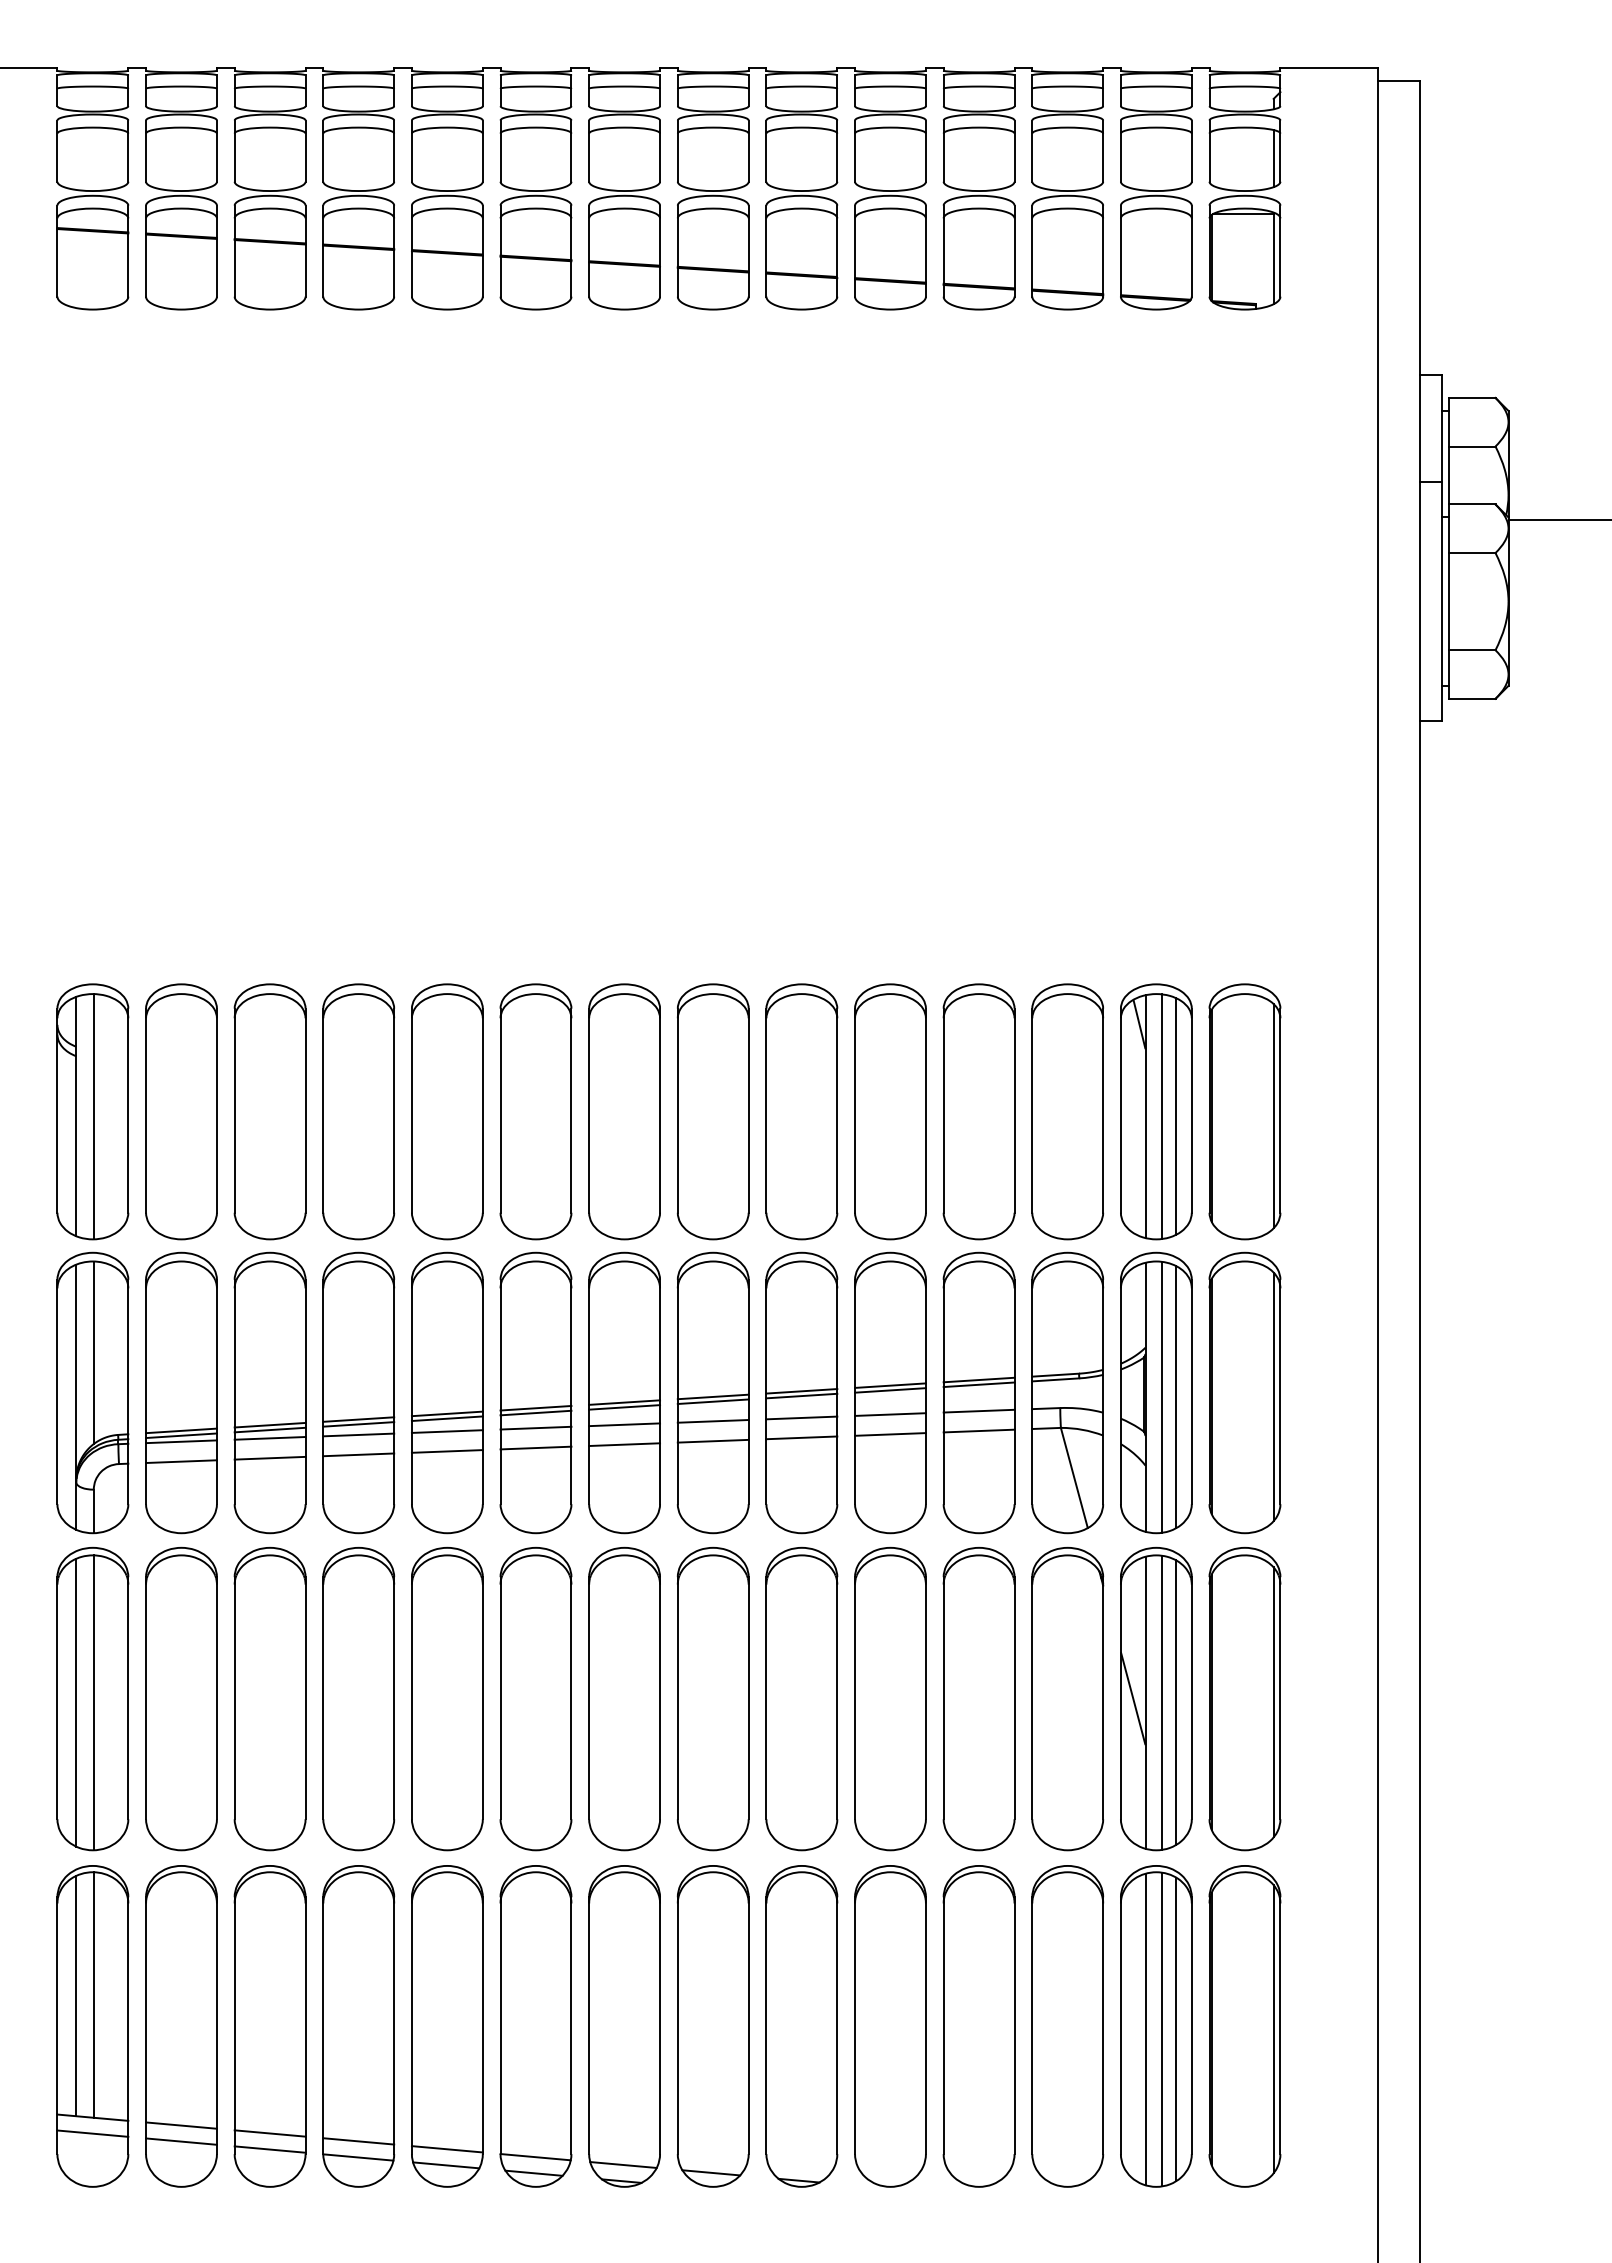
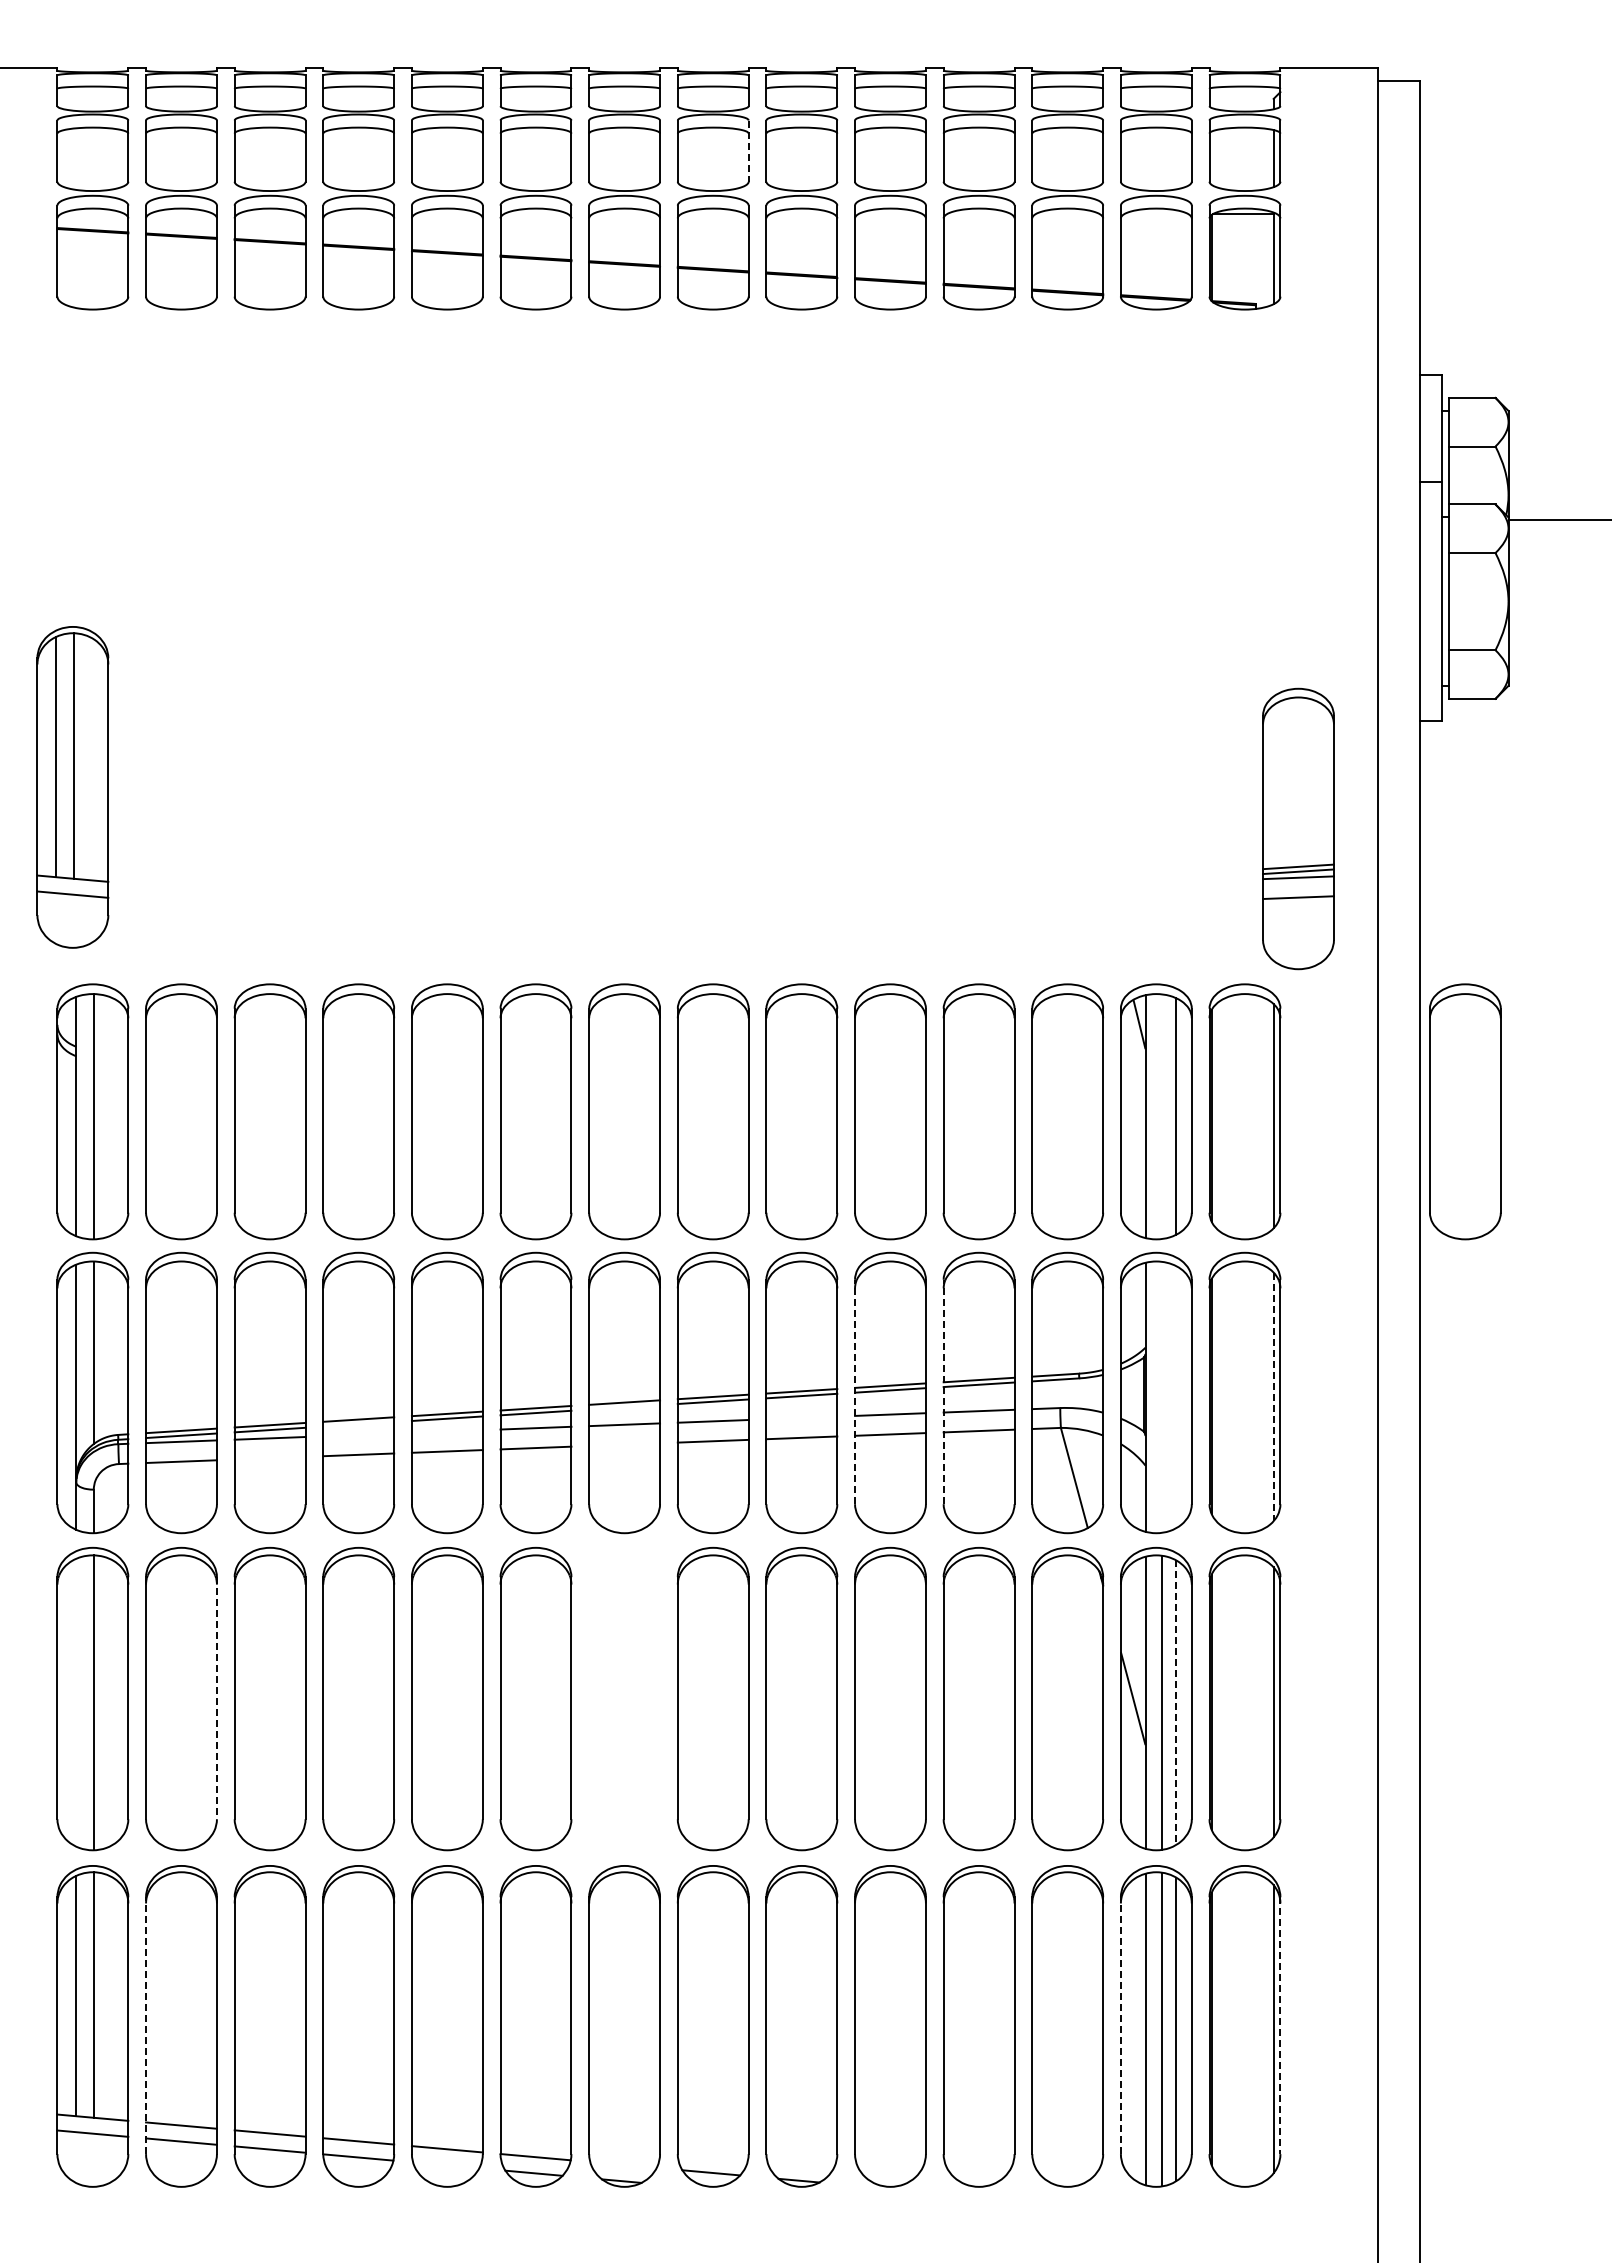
line at (748, 151): solid -> dashed
part at (72, 787): none -> present
part at (1298, 828): none -> present
part at (1465, 1111): none -> present
line at (1162, 1116): present -> none
line at (855, 1391): solid -> dashed
line at (943, 1391): solid -> dashed
line at (1162, 1396): present -> none
line at (1176, 1397): present -> none
line at (1273, 1397): solid -> dashed
line at (624, 1407): present -> none
line at (801, 1417): present -> none
line at (358, 1424): present -> none
line at (446, 1431): present -> none
line at (358, 1434): present -> none
line at (624, 1444): present -> none
line at (269, 1457): present -> none
line at (216, 1698): solid -> dashed
part at (624, 1698): present -> none
line at (76, 1702): present -> none
line at (1176, 1703): solid -> dashed
line at (146, 2025): solid -> dashed
line at (1120, 2025): solid -> dashed
line at (1280, 2026): solid -> dashed
line at (623, 2164): present -> none
line at (446, 2165): present -> none
